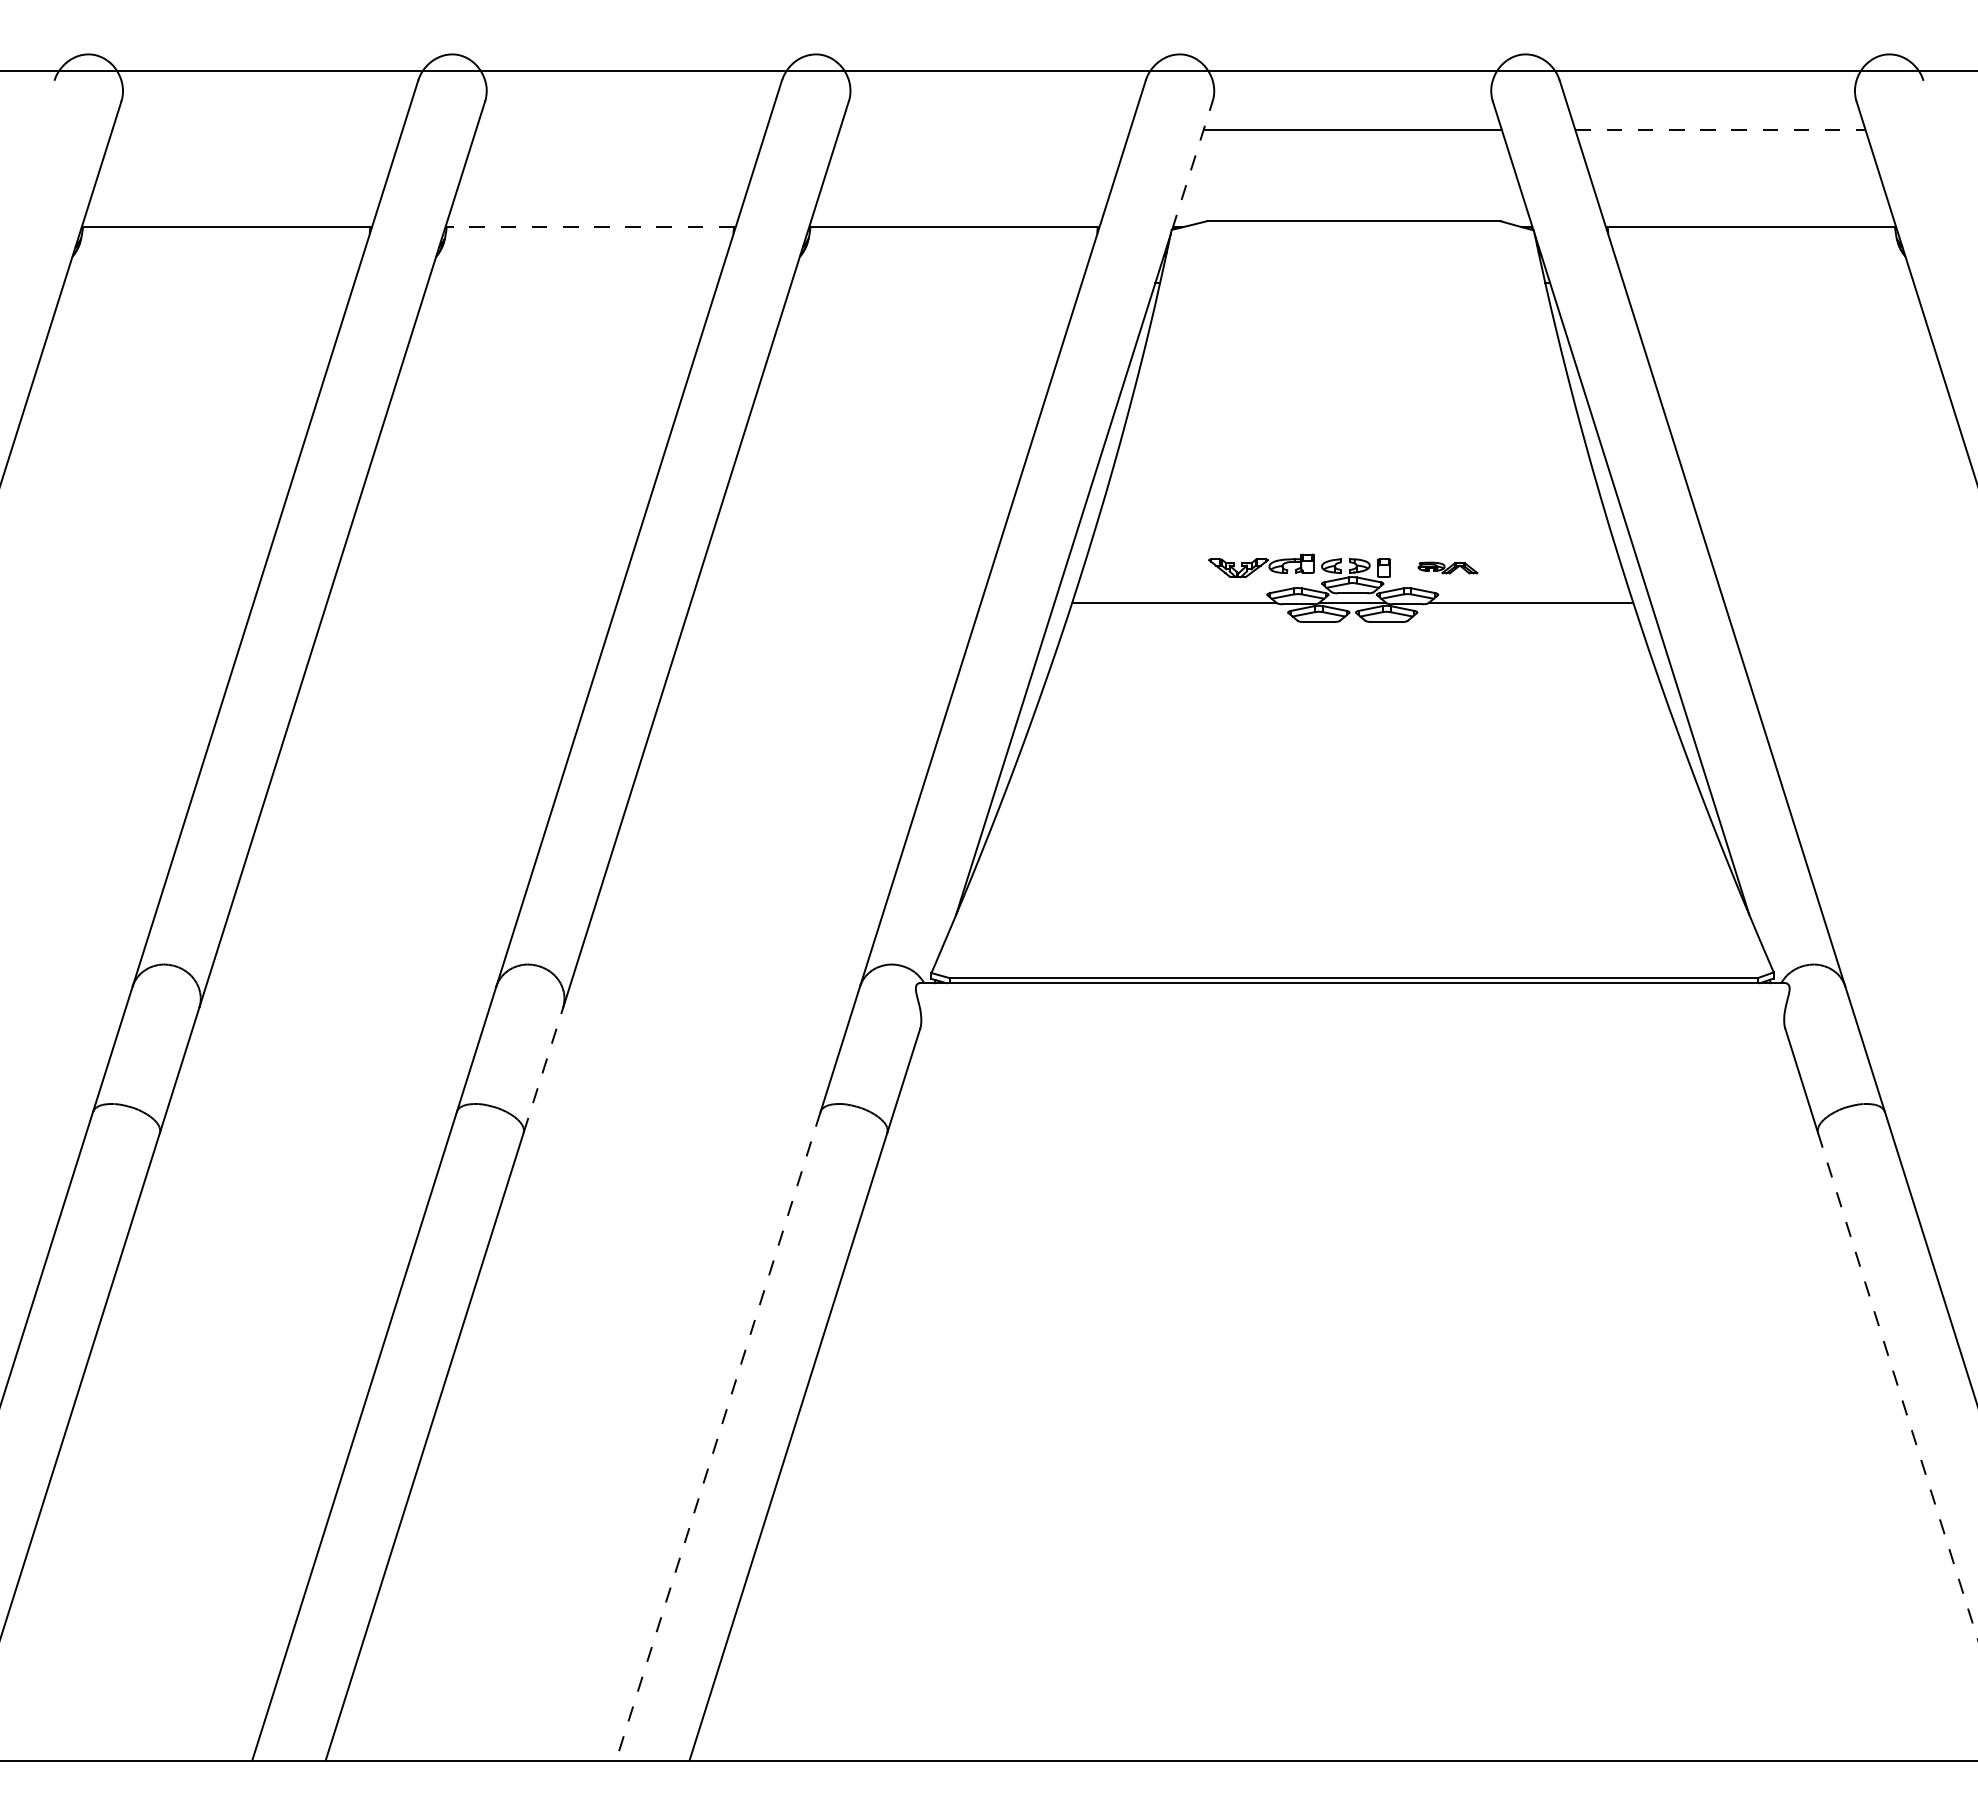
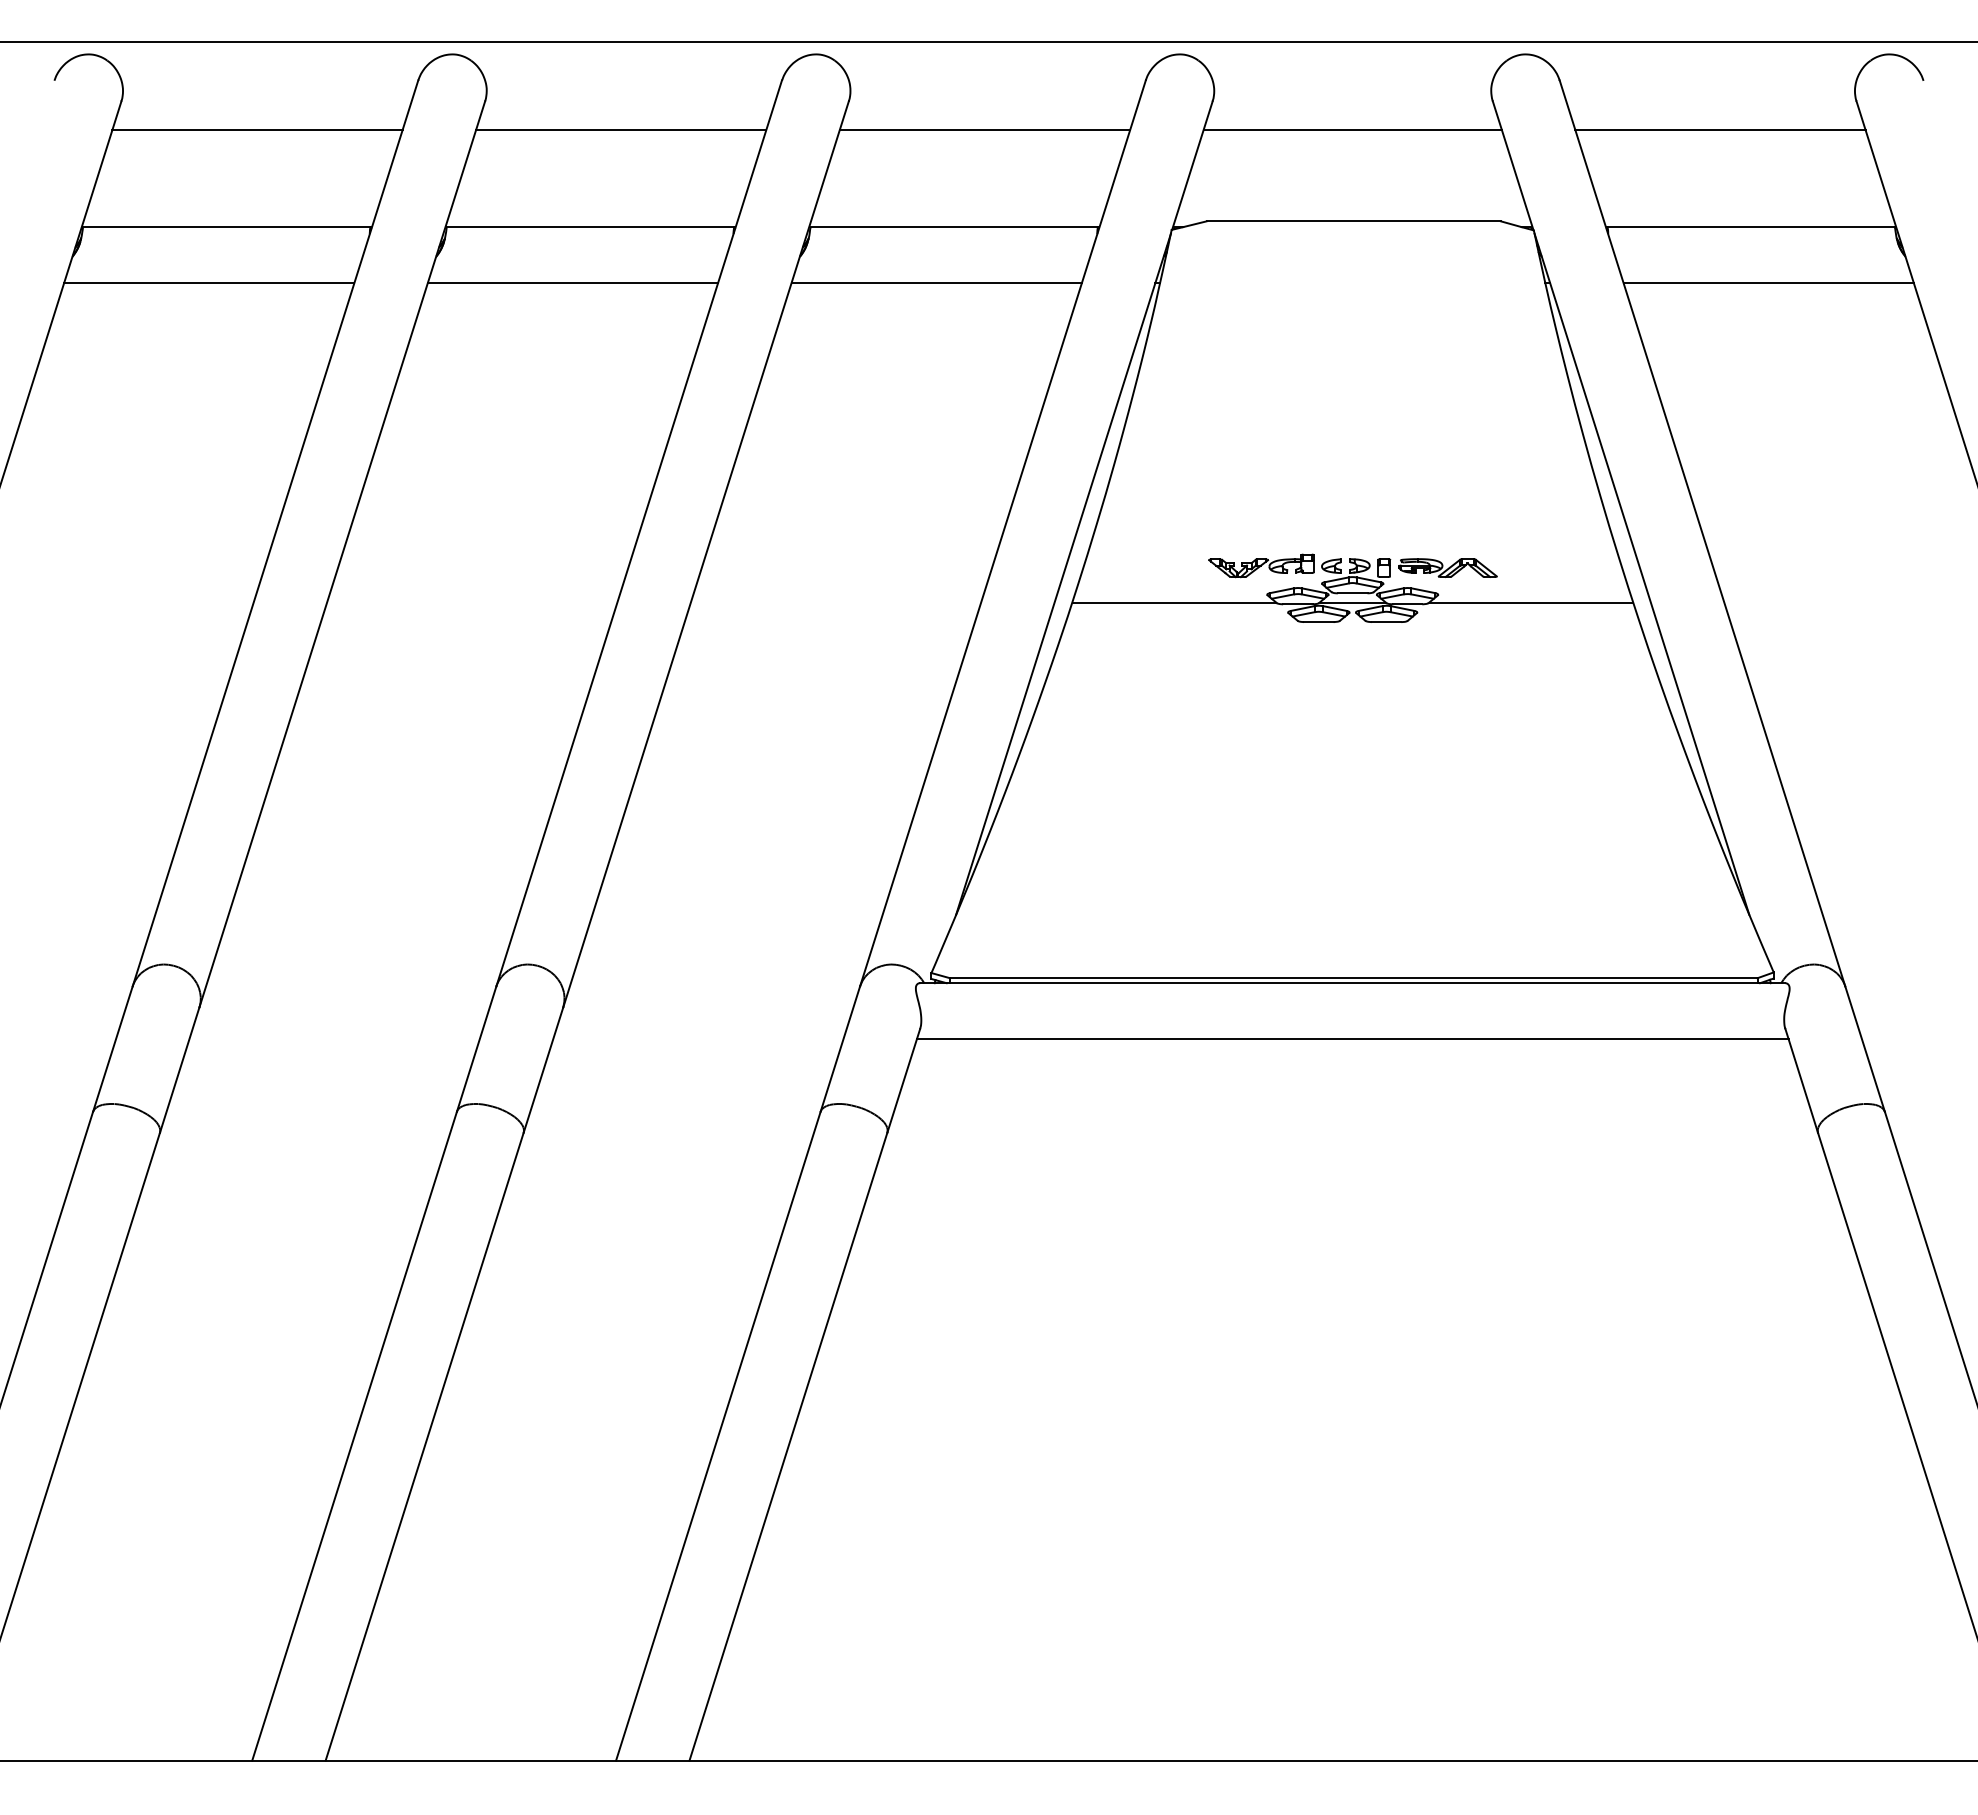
line at (988, 71) position: (988, 71) -> (988, 42)
line at (257, 130): none -> present
line at (620, 130): none -> present
line at (984, 130): none -> present
line at (1721, 130): dashed -> solid
line at (1192, 165): dashed -> solid
line at (590, 227): dashed -> solid
line at (209, 282): none -> present
line at (572, 282): none -> present
line at (936, 282): none -> present
line at (1768, 282): none -> present
part at (1447, 567) size: 62x14 px -> 100x20 px
line at (1352, 1039): none -> present
line at (543, 1070): dashed -> solid
line at (1897, 1386): dashed -> solid
line at (718, 1436): dashed -> solid
